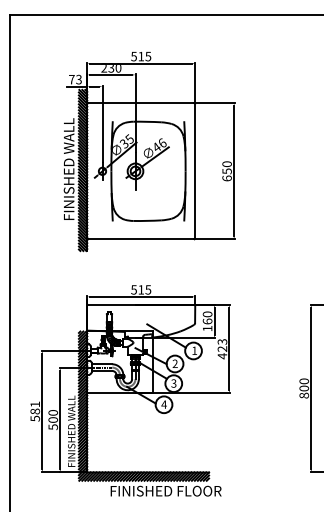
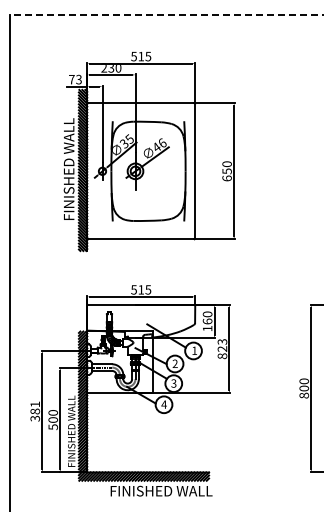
line at (166, 15): solid -> dashed
text at (222, 356): 423 -> 823
text at (34, 418): 581 -> 381
text at (198, 490): FINISHED FLOOR -> FINISHED WALL
